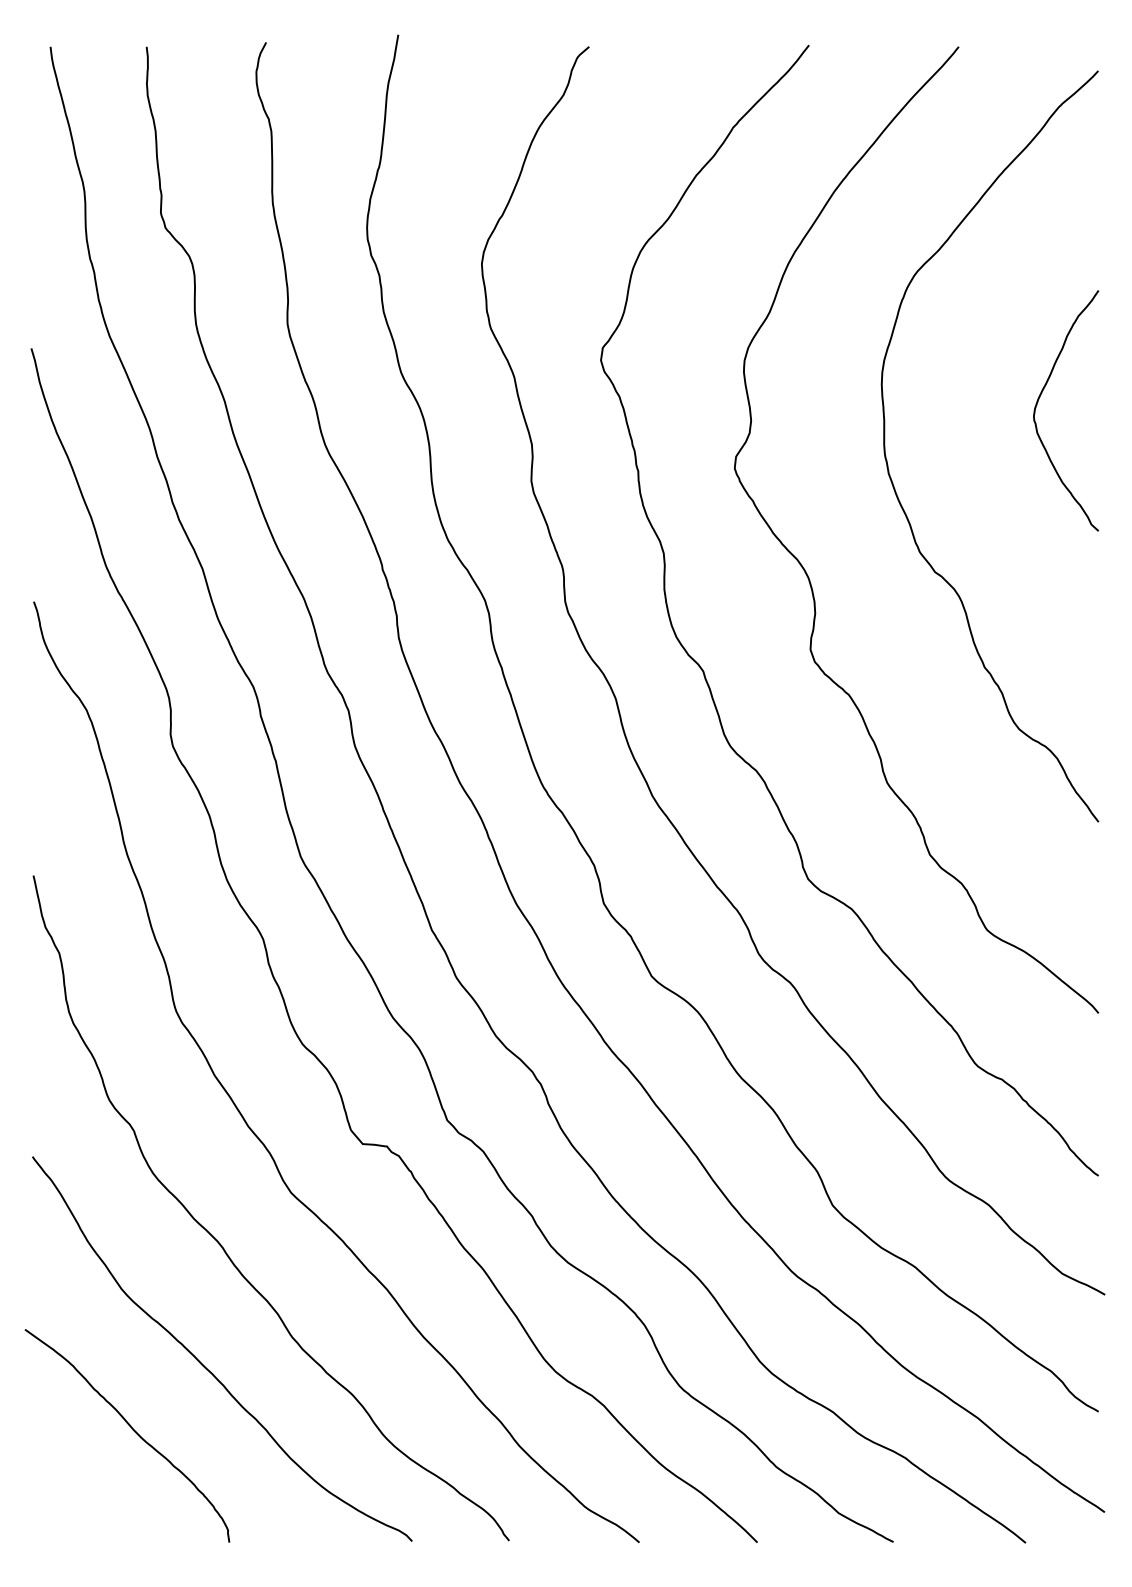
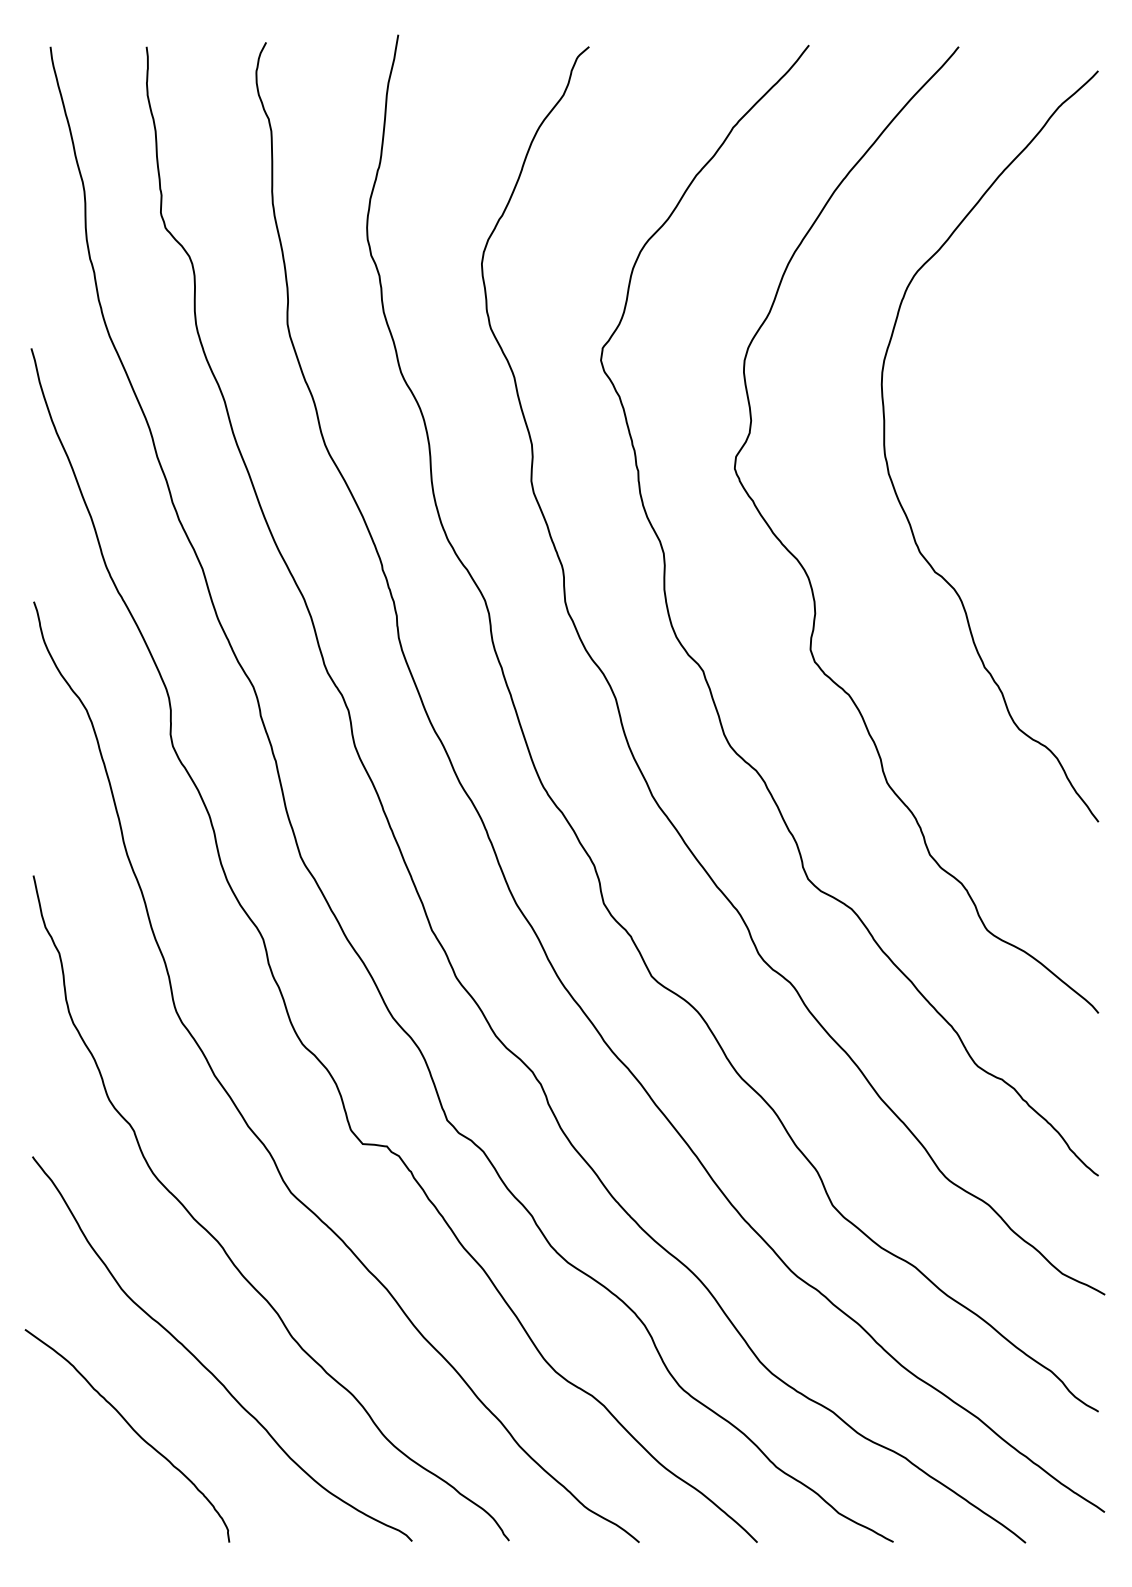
curve at (1040, 397): present -> none
